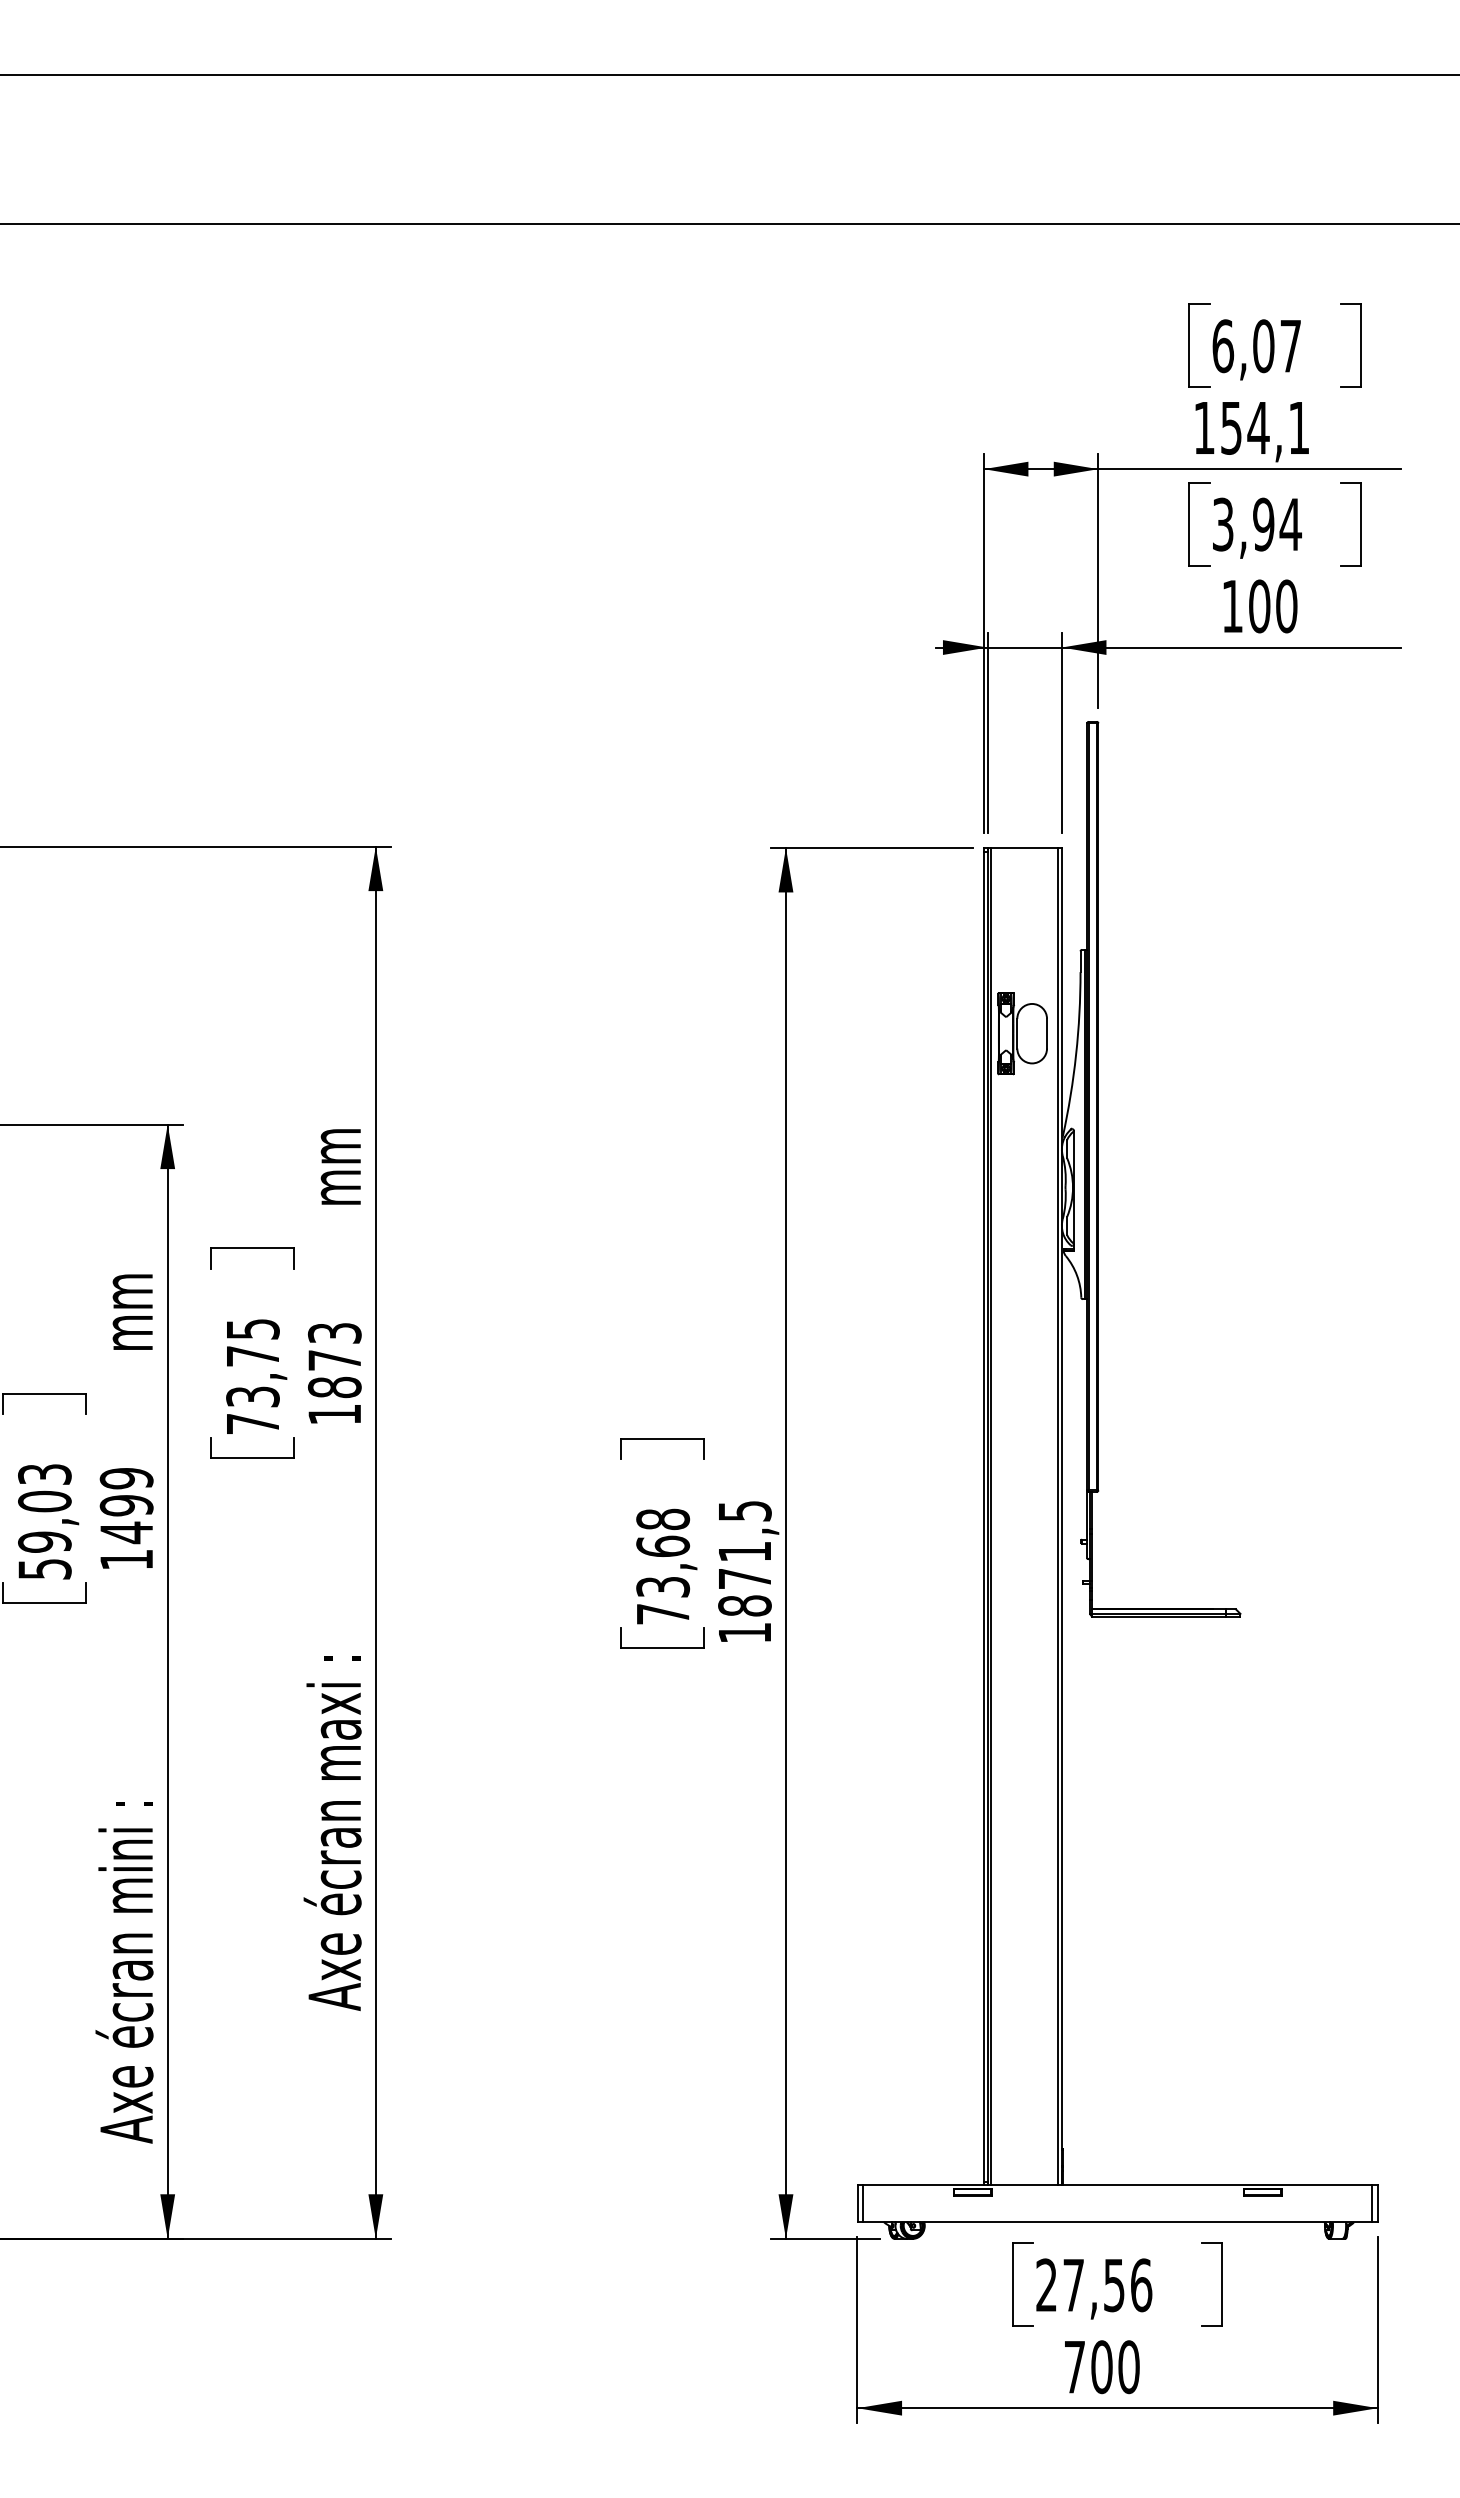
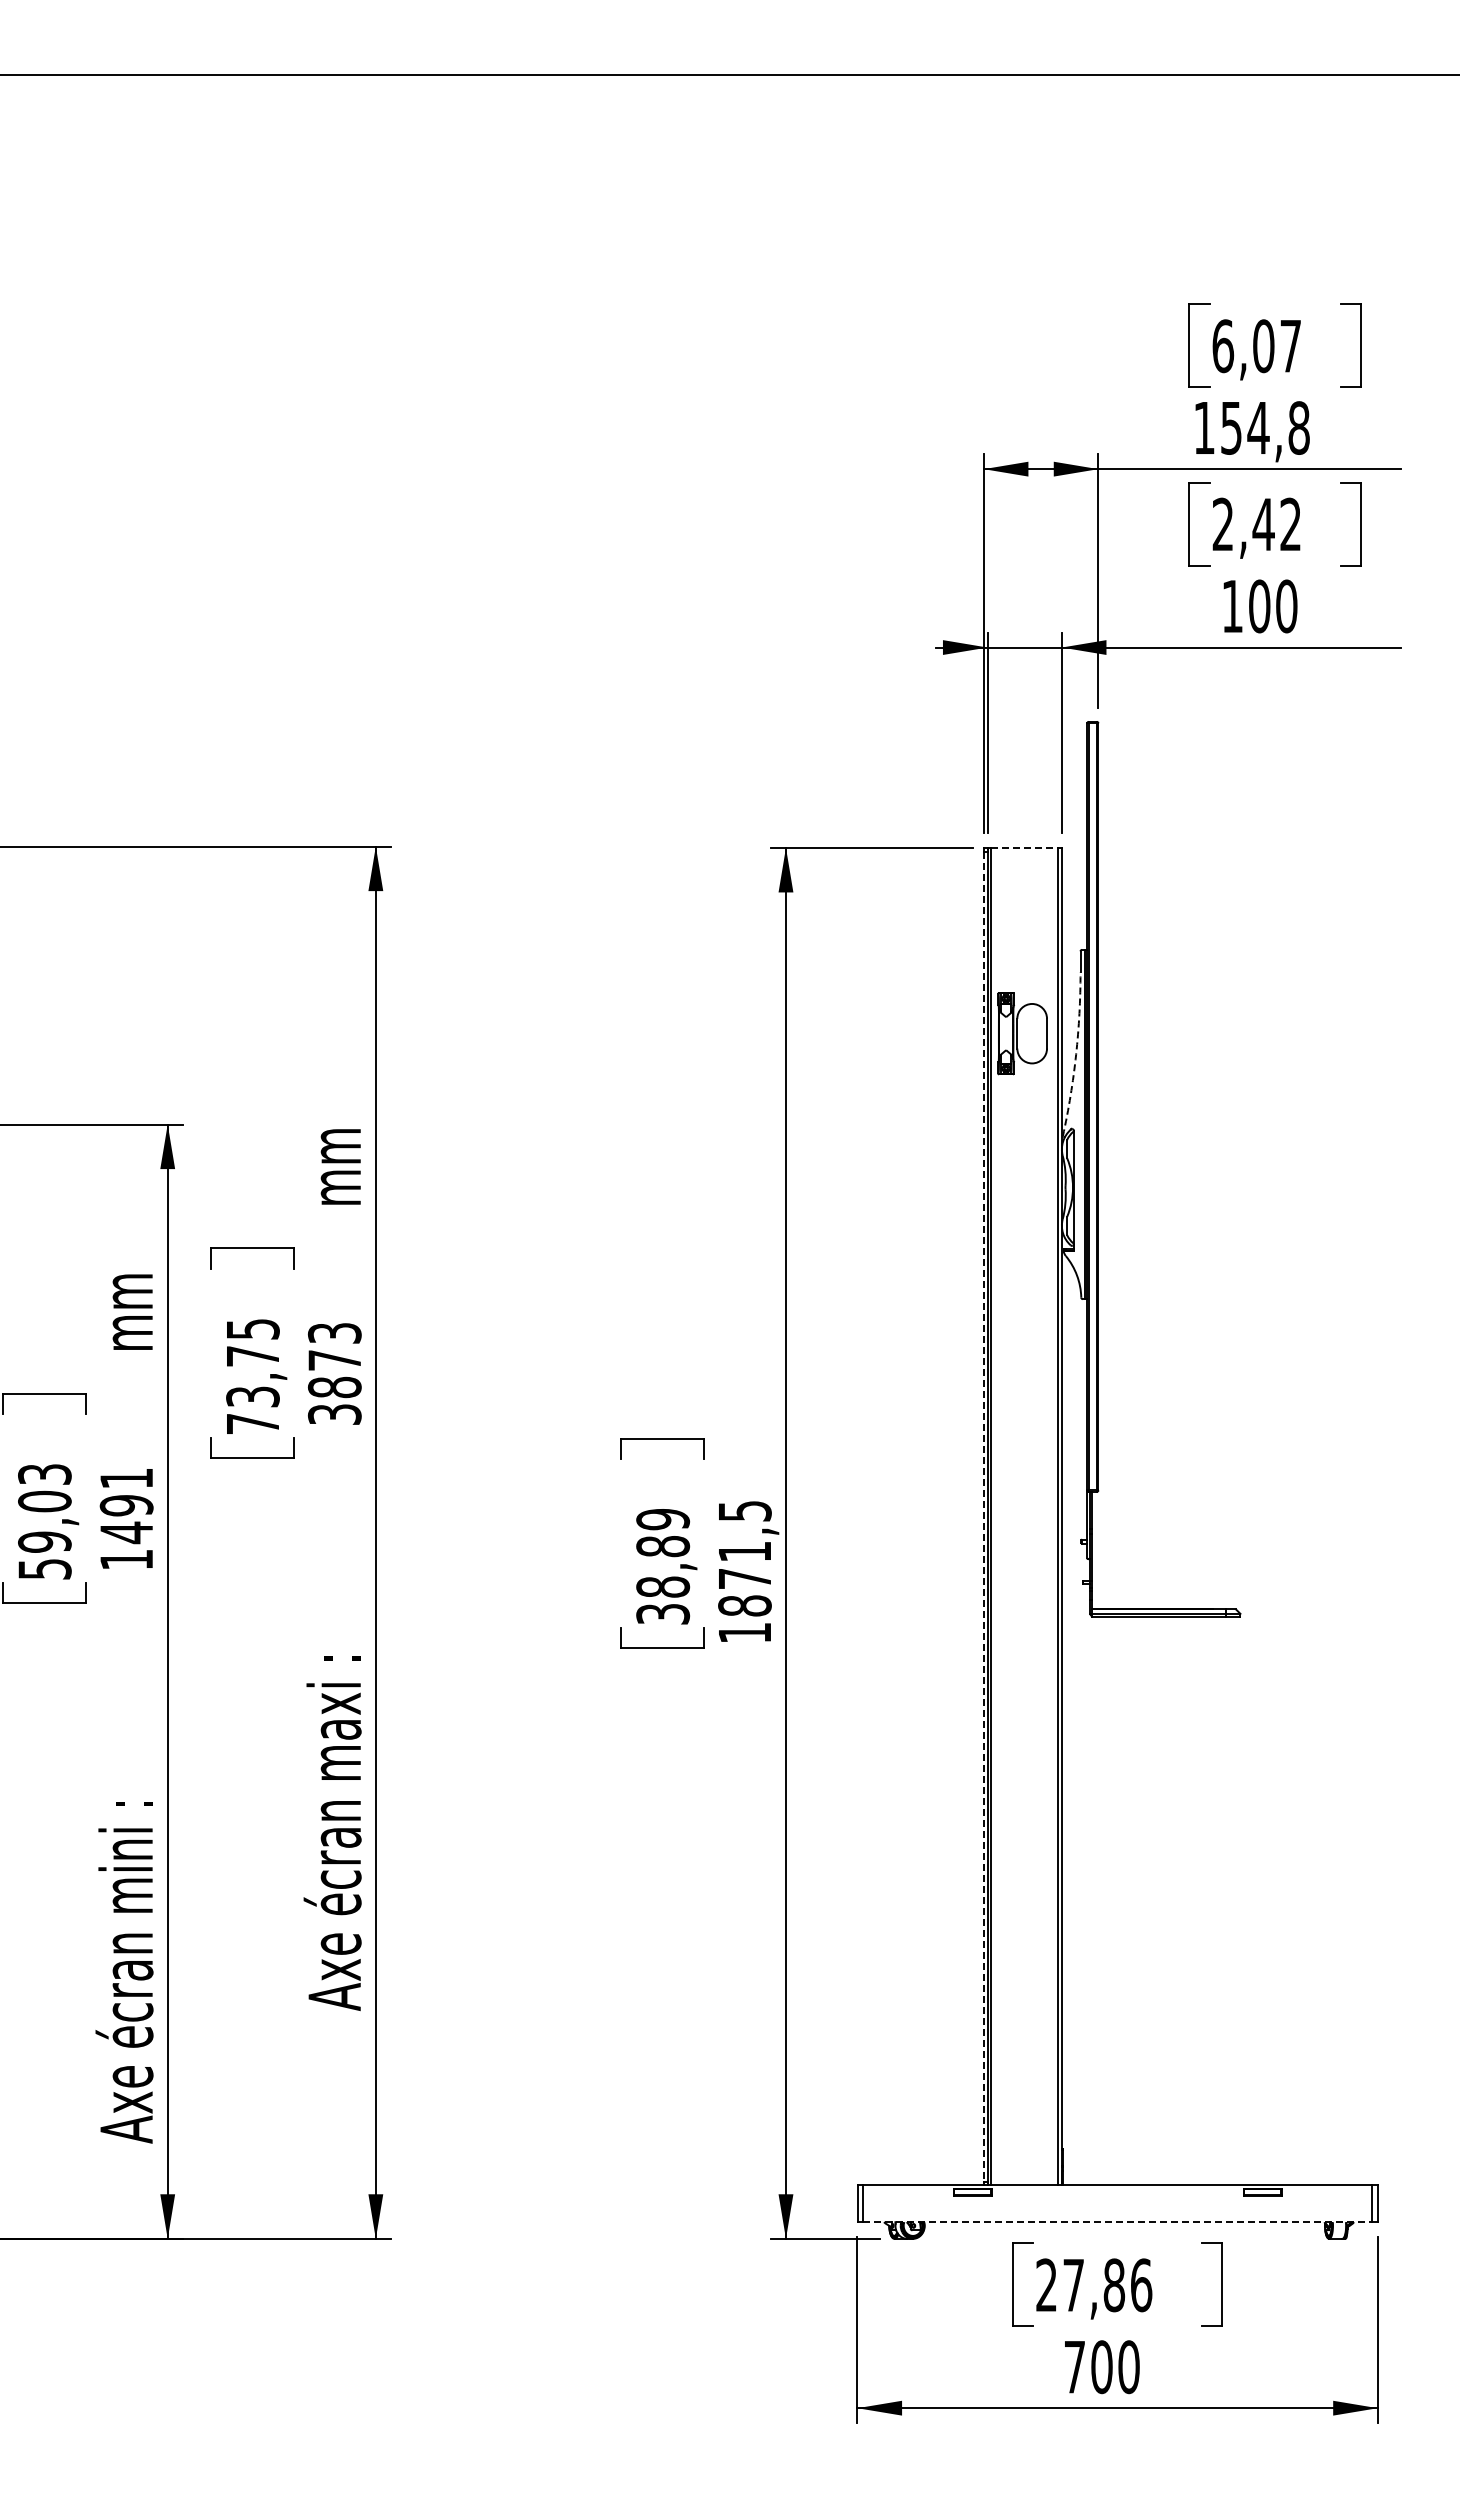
line at (729, 223): present -> none
text at (1298, 427): 154,1 -> 154,8
text at (1256, 524): 3,94 -> 2,42
line at (1025, 847): solid -> dashed
arc at (1076, 1054): solid -> dashed
text at (334, 1414): 1873 -> 3873
text at (126, 1478): 1499 -> 1491
line at (983, 1517): solid -> dashed
text at (663, 1566): 73,68 -> 38,89
line at (1118, 2222): solid -> dashed
text at (1114, 2285): 27,56 -> 27,86
